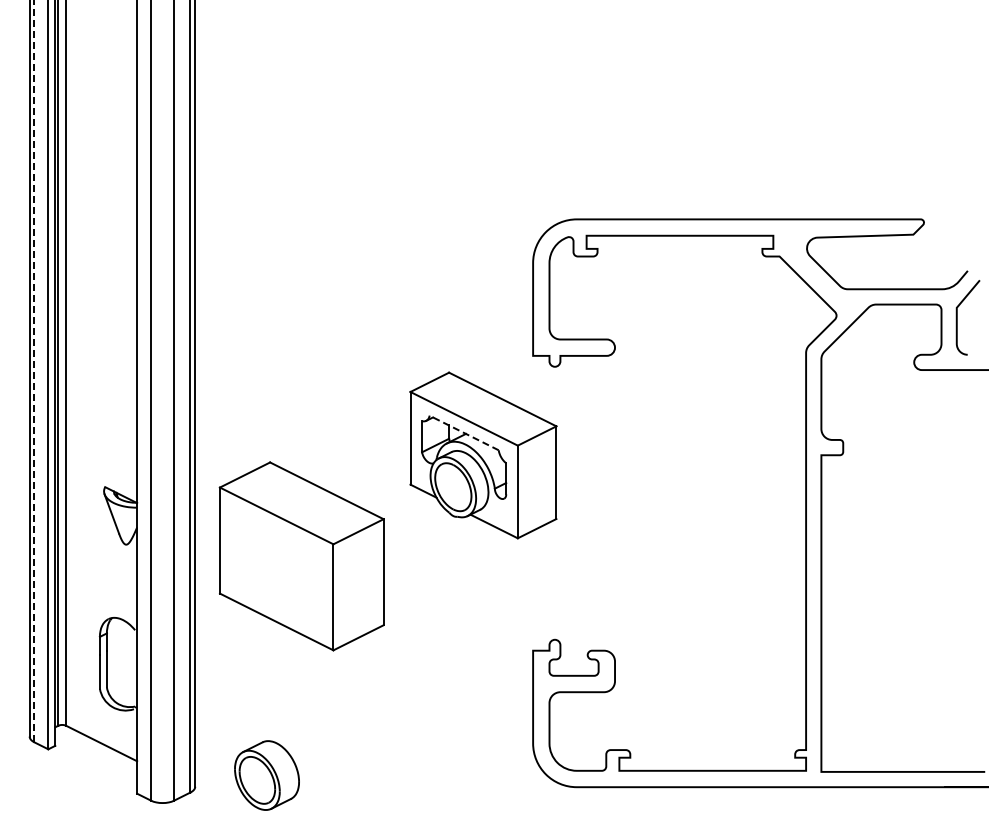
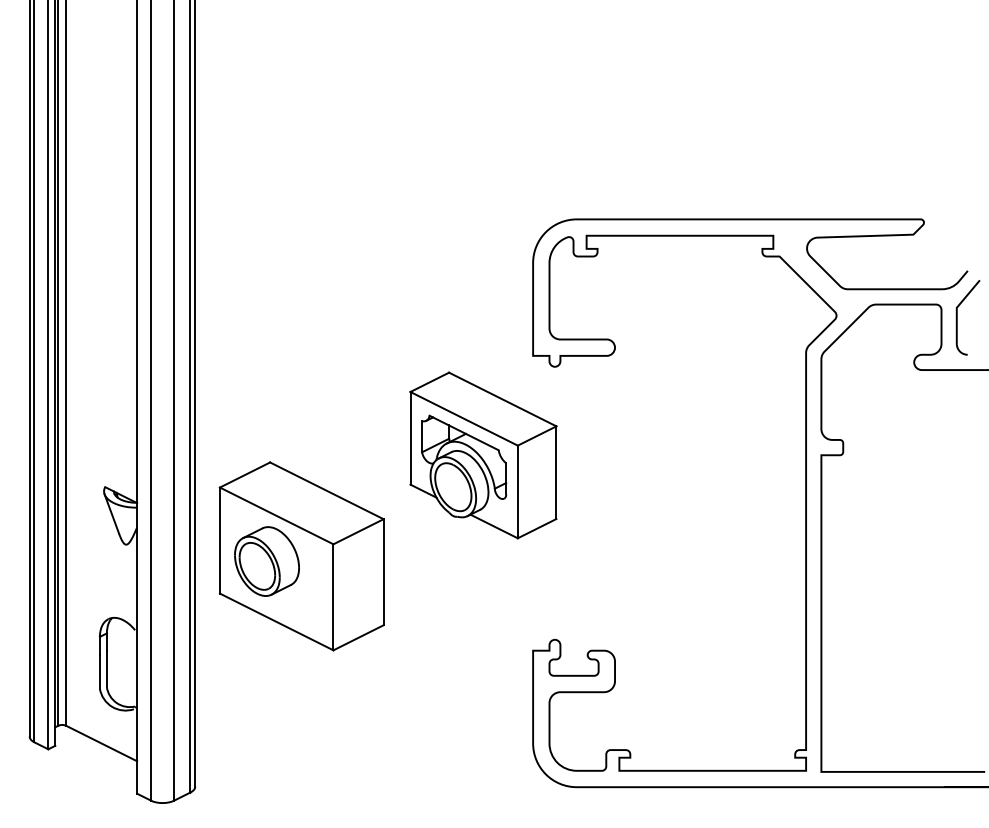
line at (34, 371): dashed -> solid
line at (464, 433): dashed -> solid
part at (266, 775) position: (266, 775) -> (266, 561)
